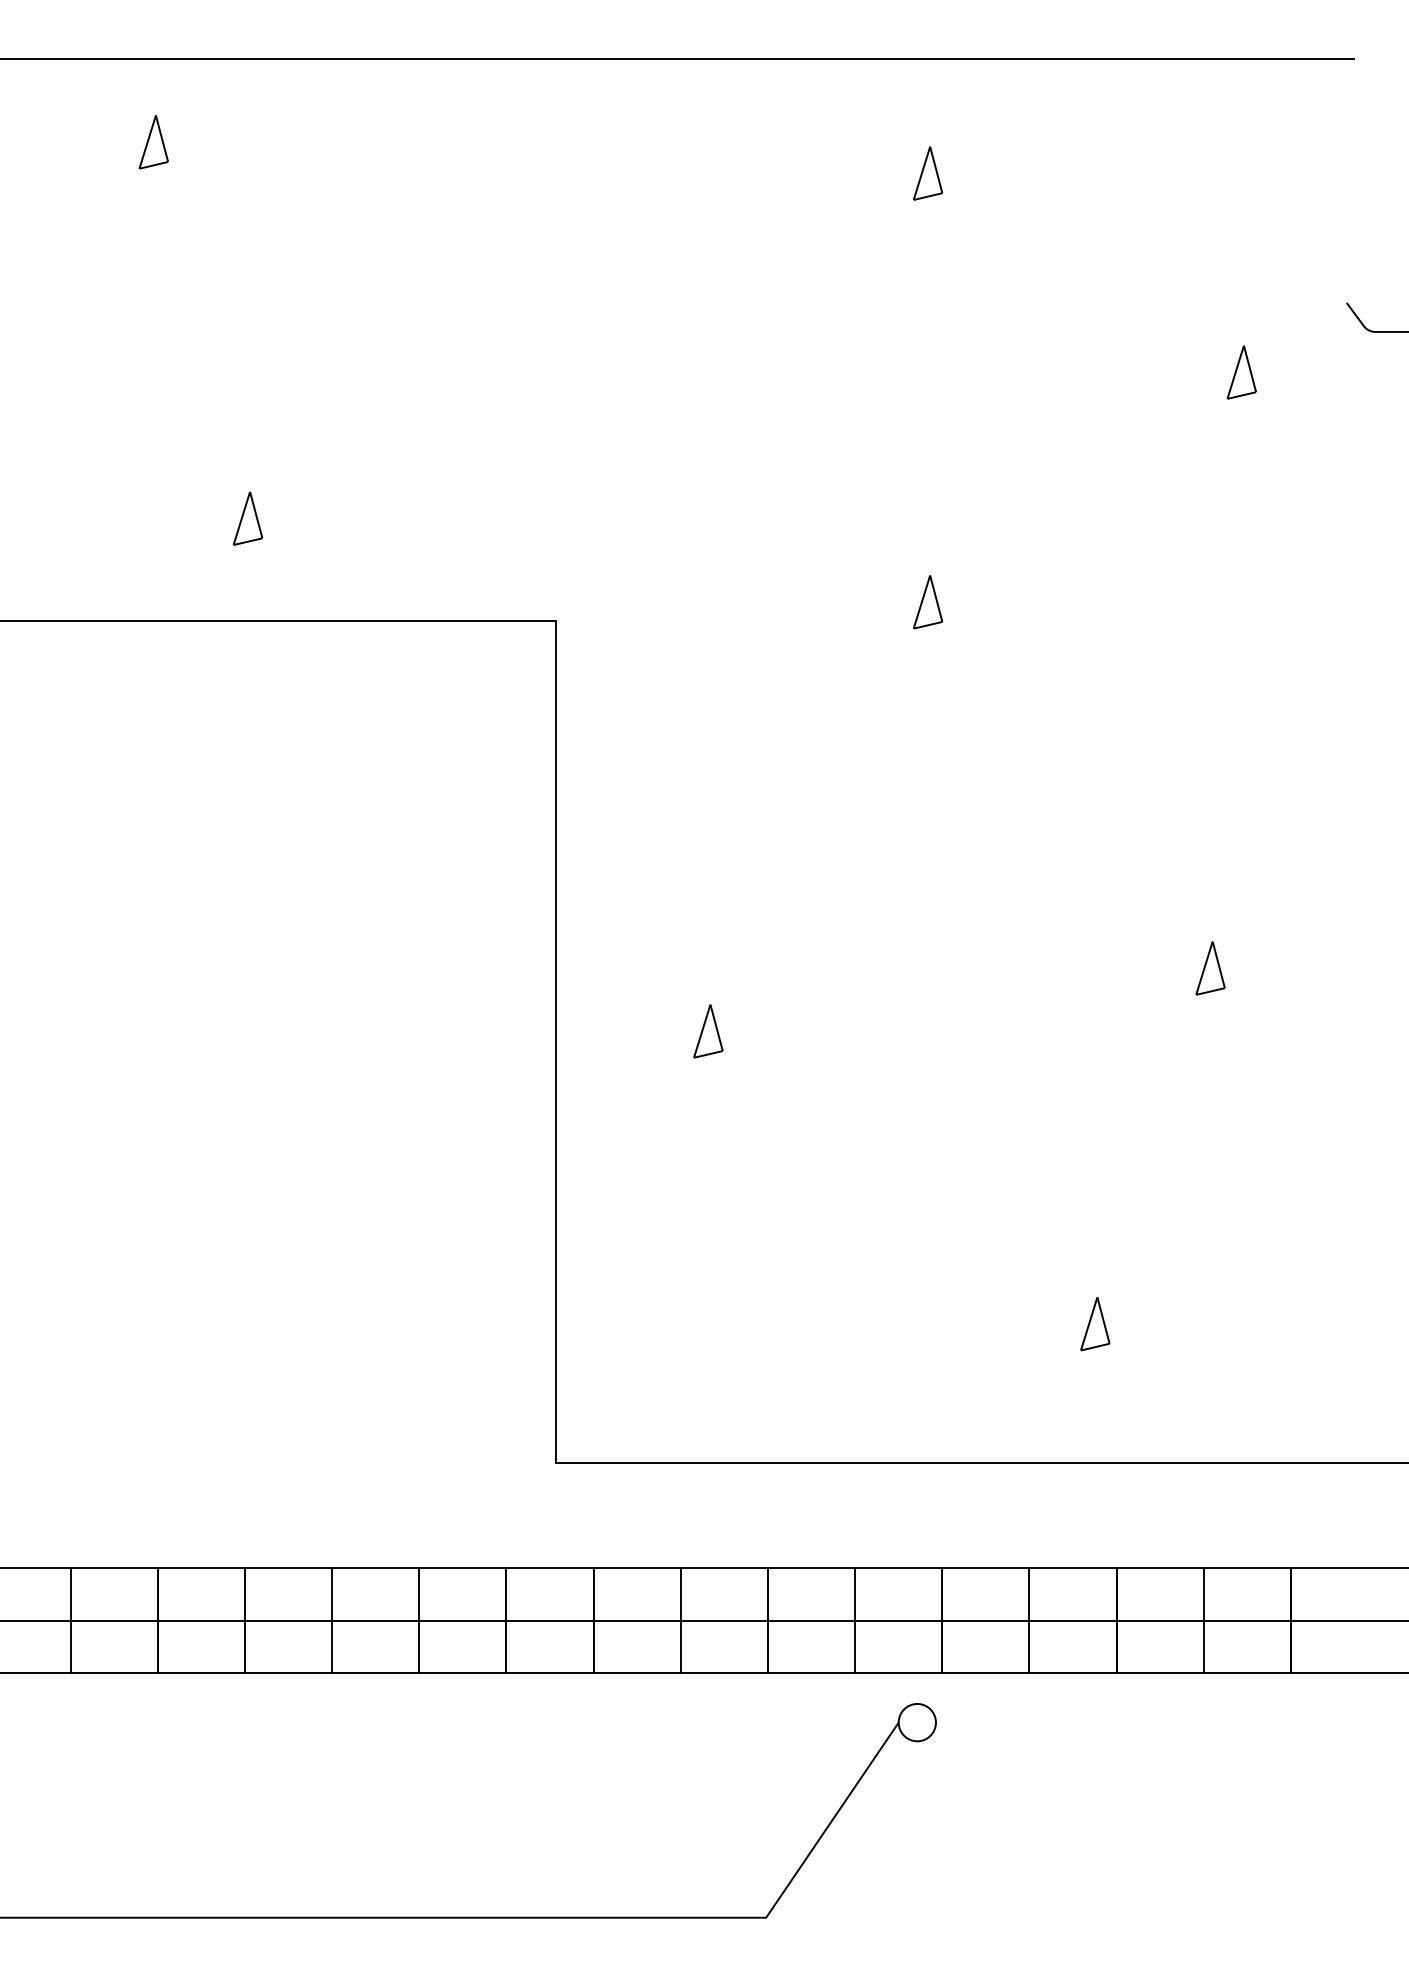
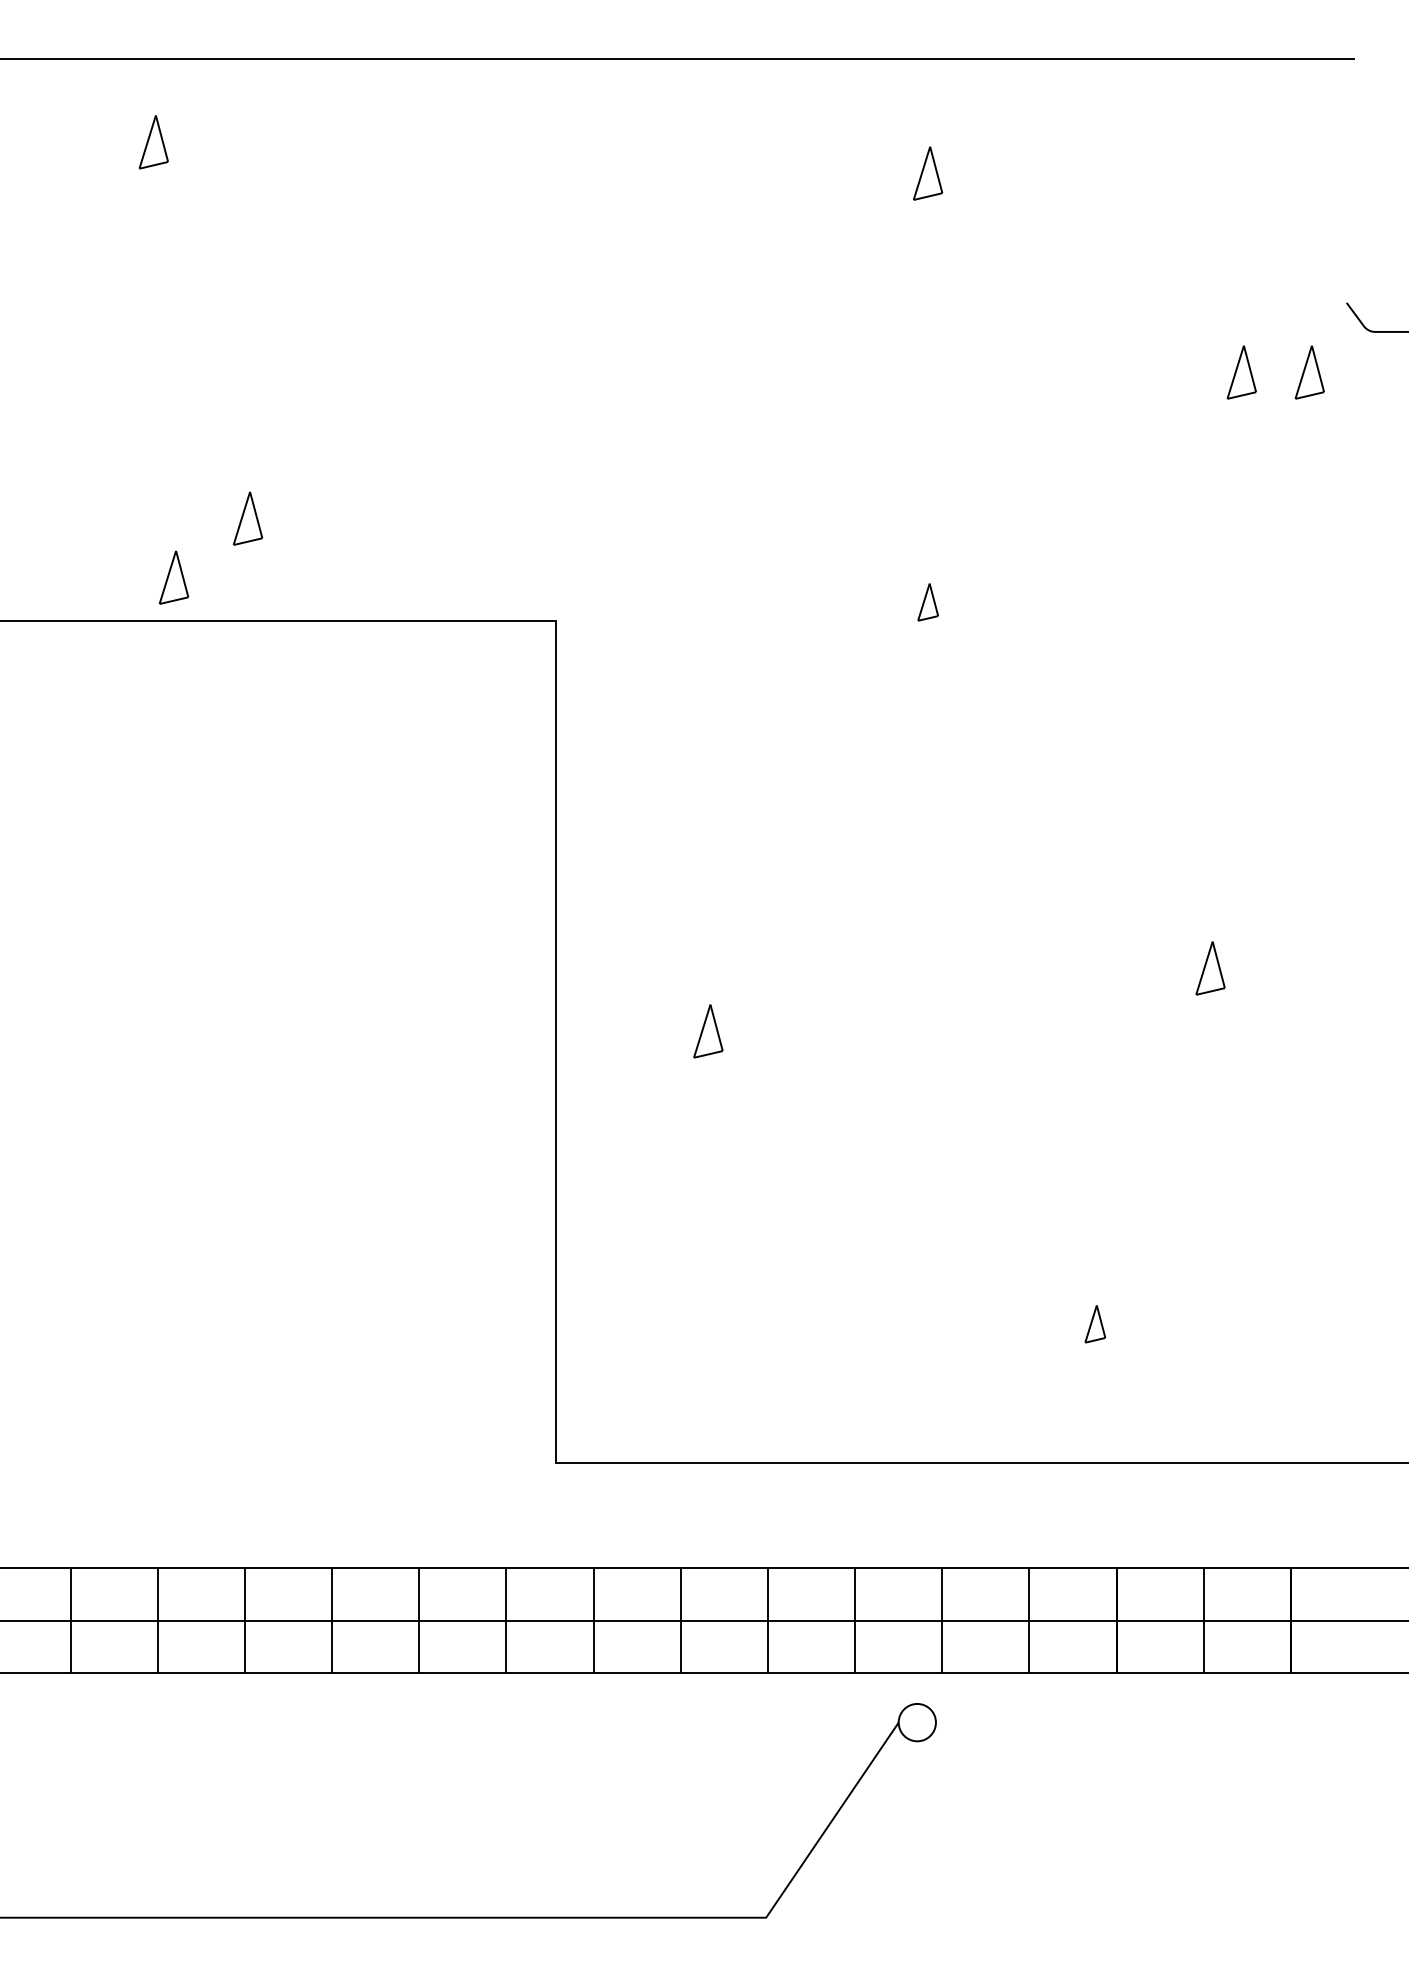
part at (1309, 372): none -> present
part at (173, 577): none -> present
part at (928, 602) size: 31x55 px -> 22x39 px
part at (1095, 1324) size: 31x55 px -> 23x39 px
